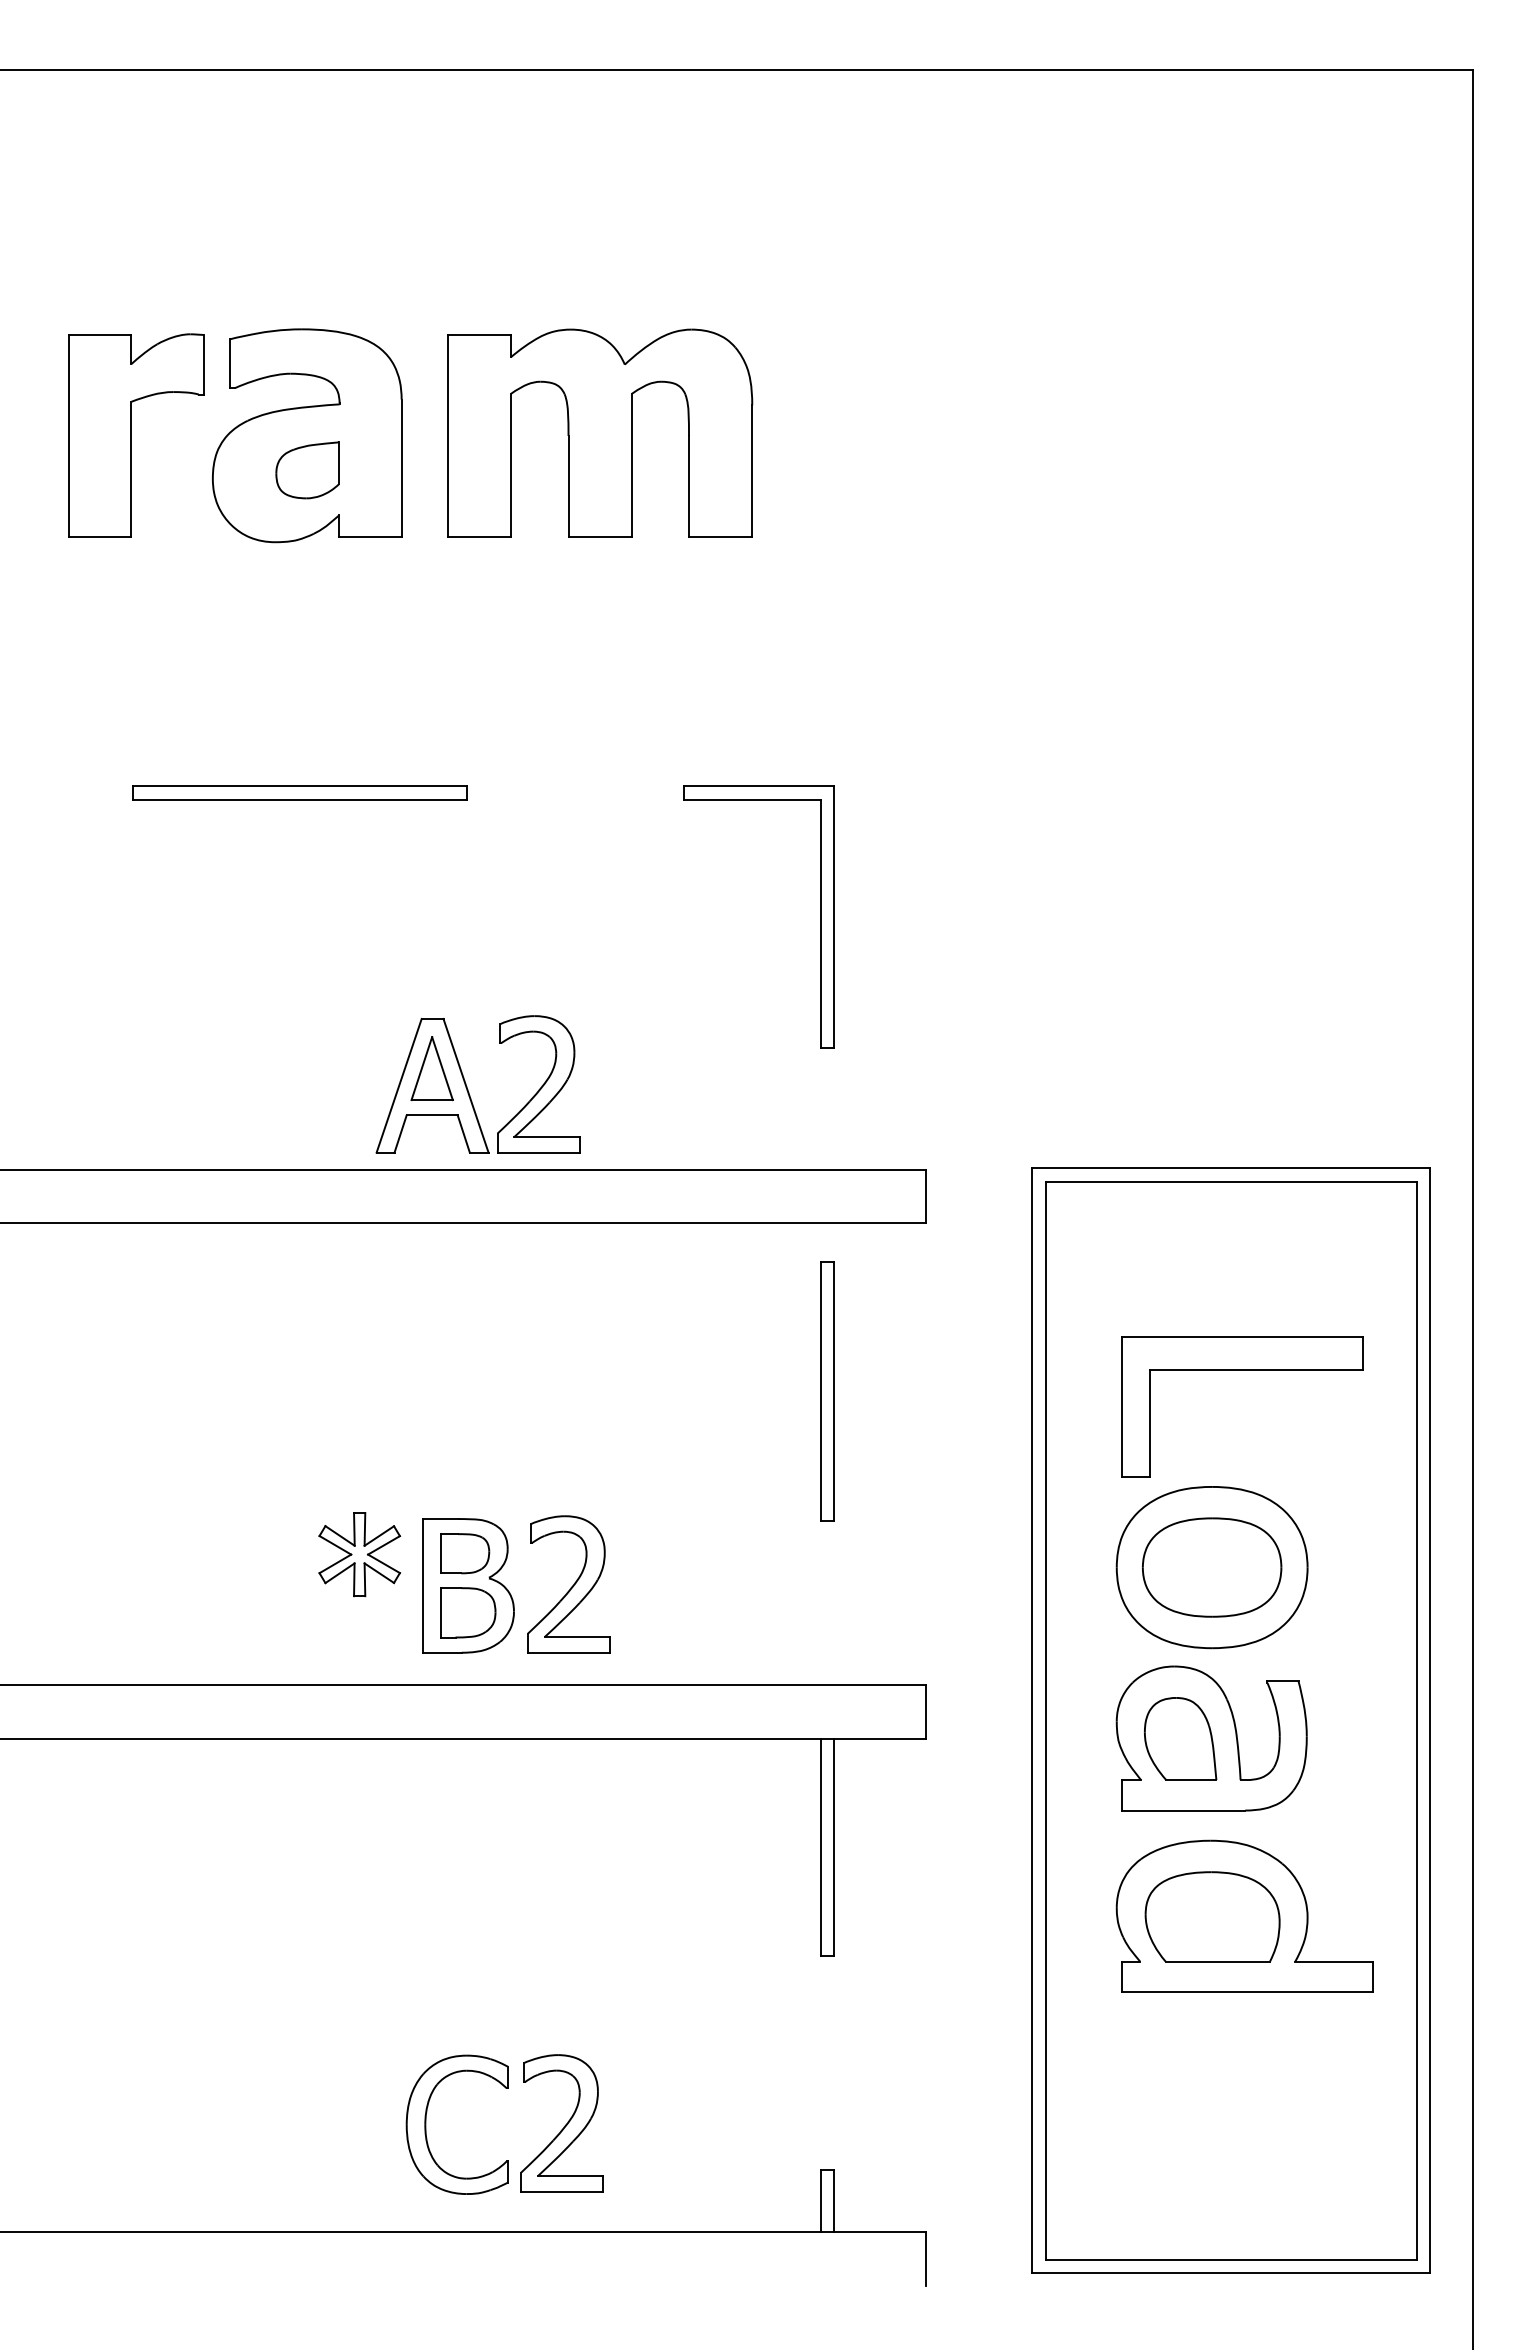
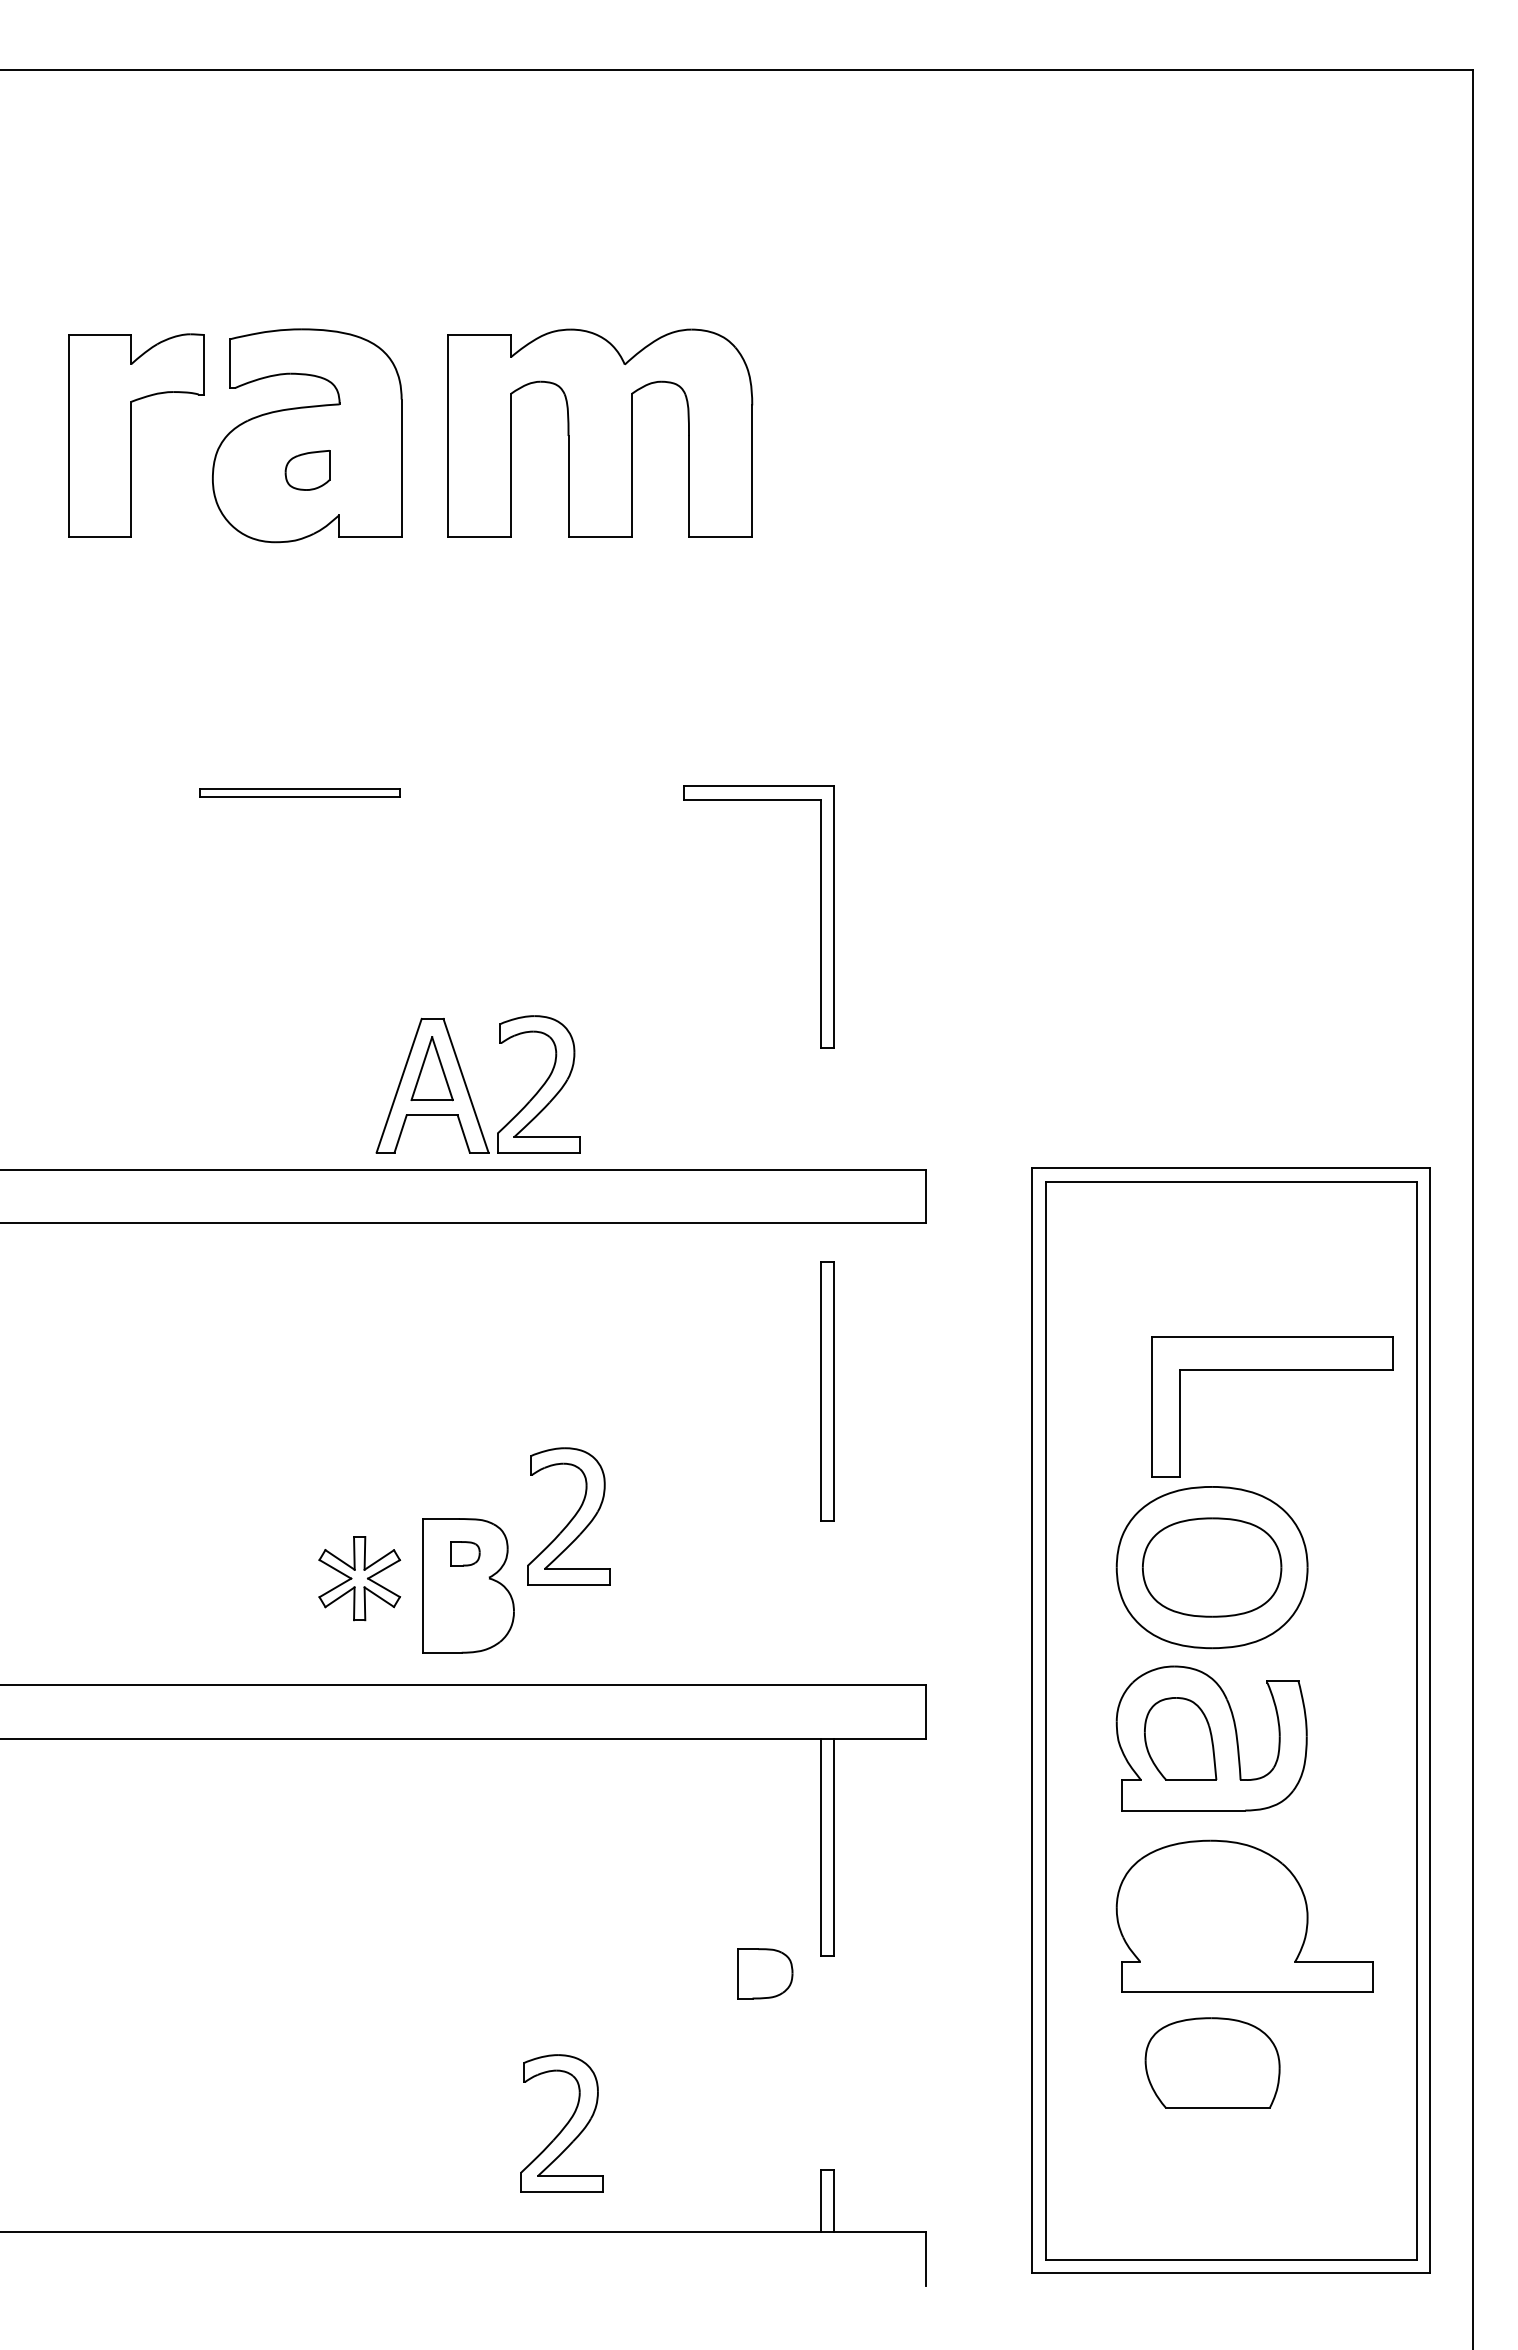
part at (307, 470) size: 65x59 px -> 47x41 px
part at (299, 792) size: 336x16 px -> 202x10 px
part at (1242, 1370) position: (1242, 1370) -> (1272, 1370)
part at (465, 1553) size: 51x42 px -> 31x26 px
part at (359, 1554) position: (359, 1554) -> (359, 1578)
part at (568, 1584) position: (568, 1584) -> (568, 1516)
part at (468, 1612) position: (468, 1612) -> (765, 1973)
part at (1212, 1916) position: (1212, 1916) -> (1212, 2062)
part at (426, 2124): present -> none
